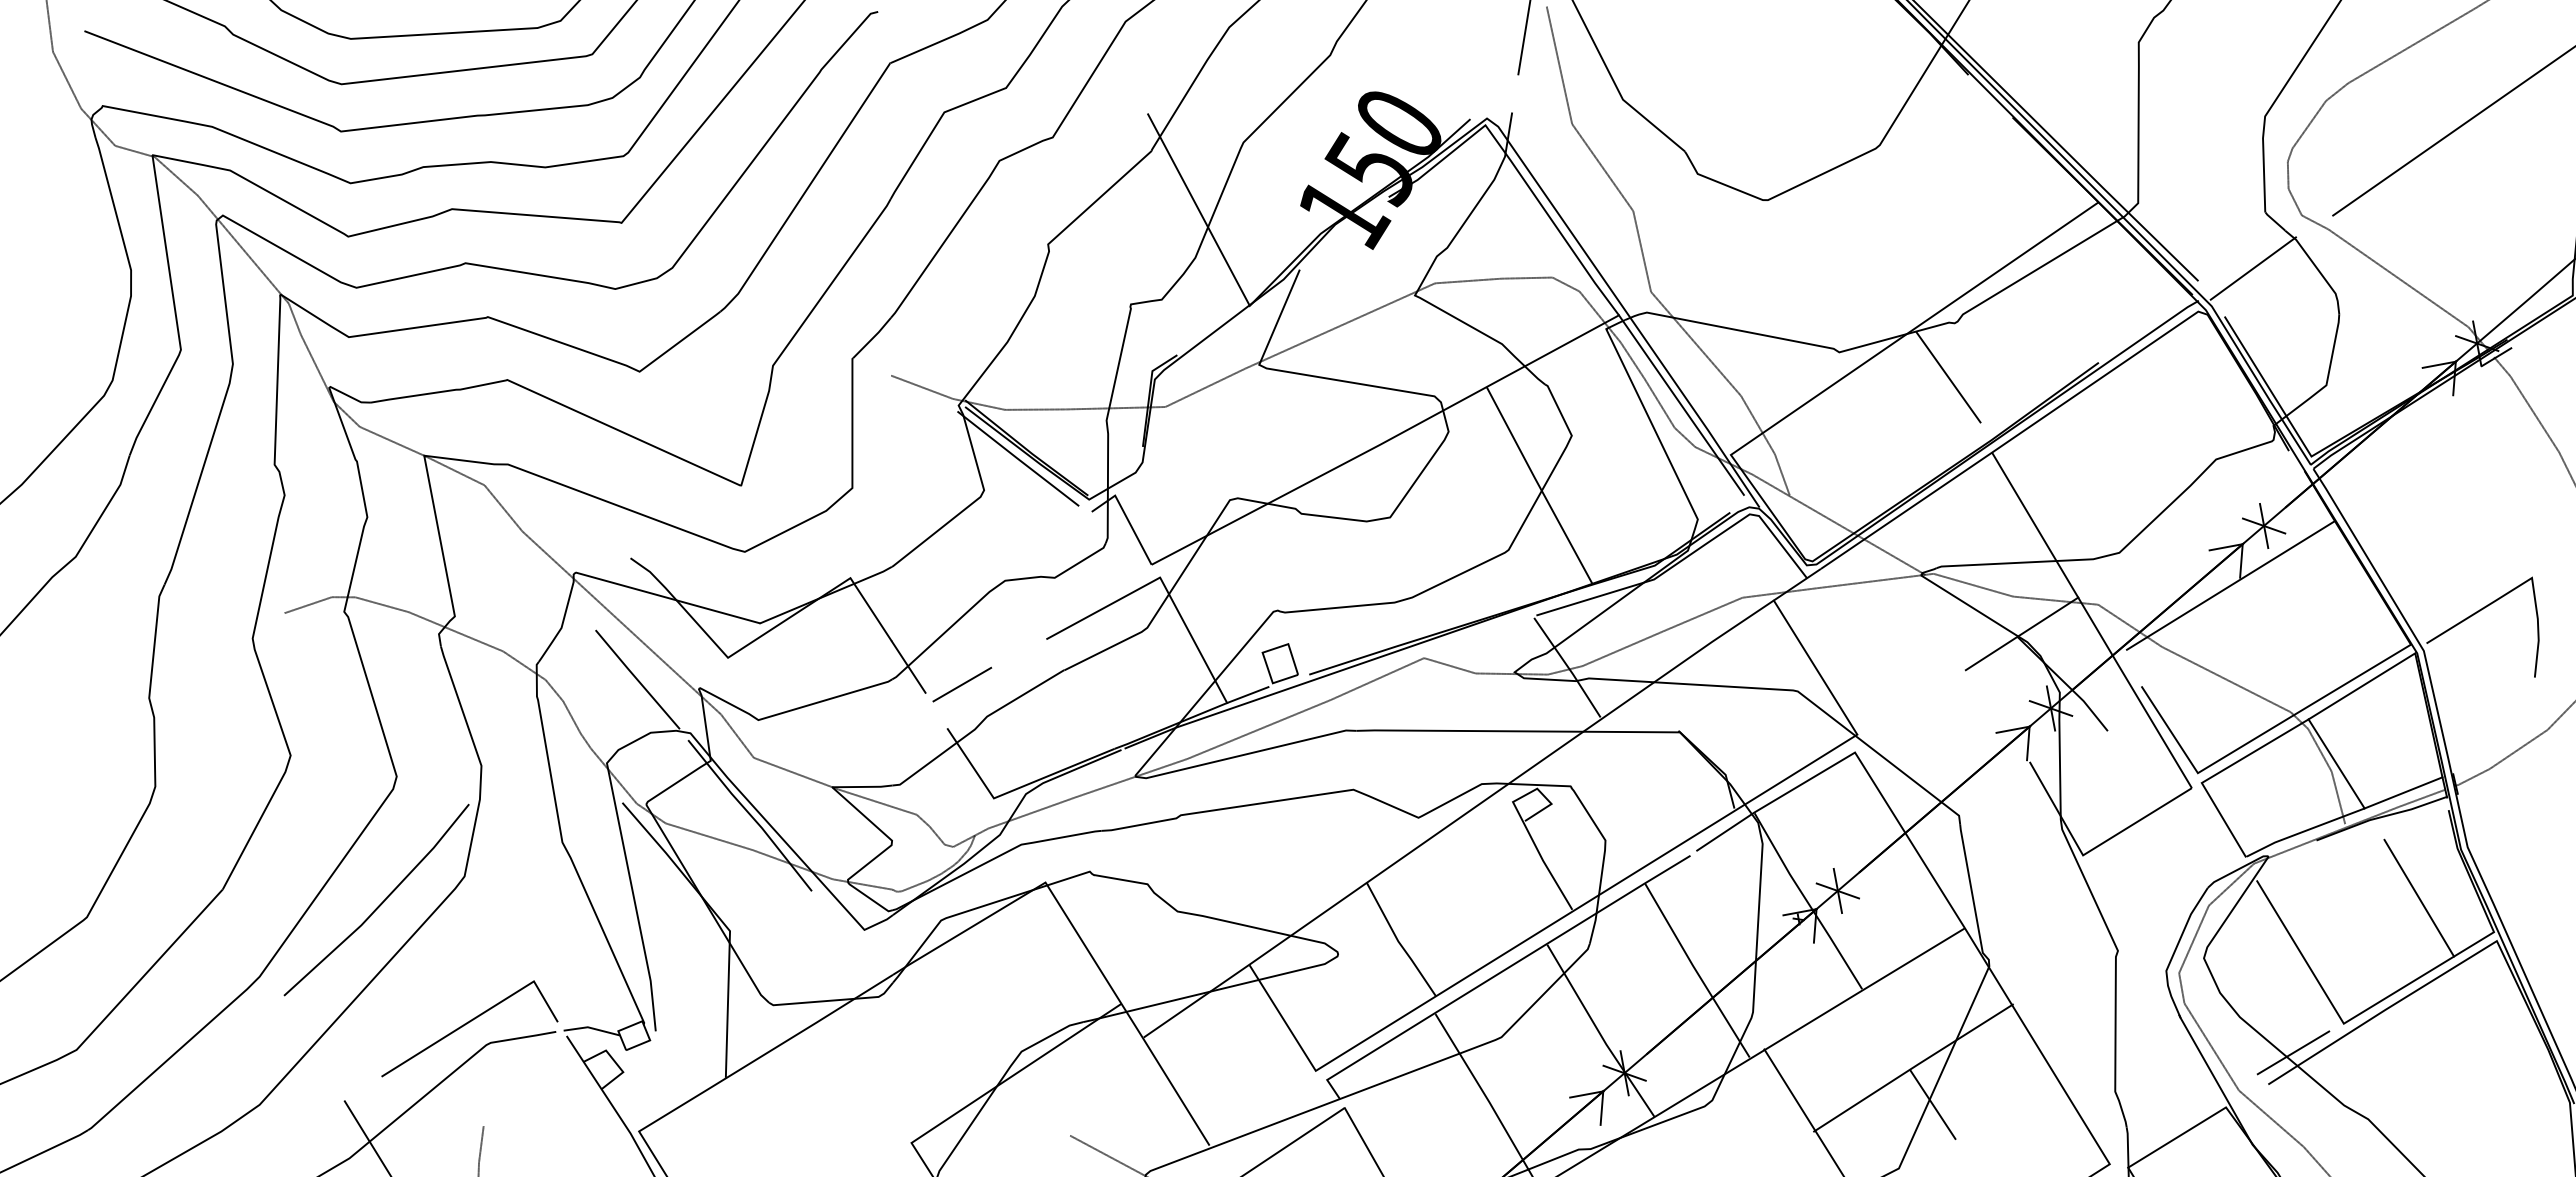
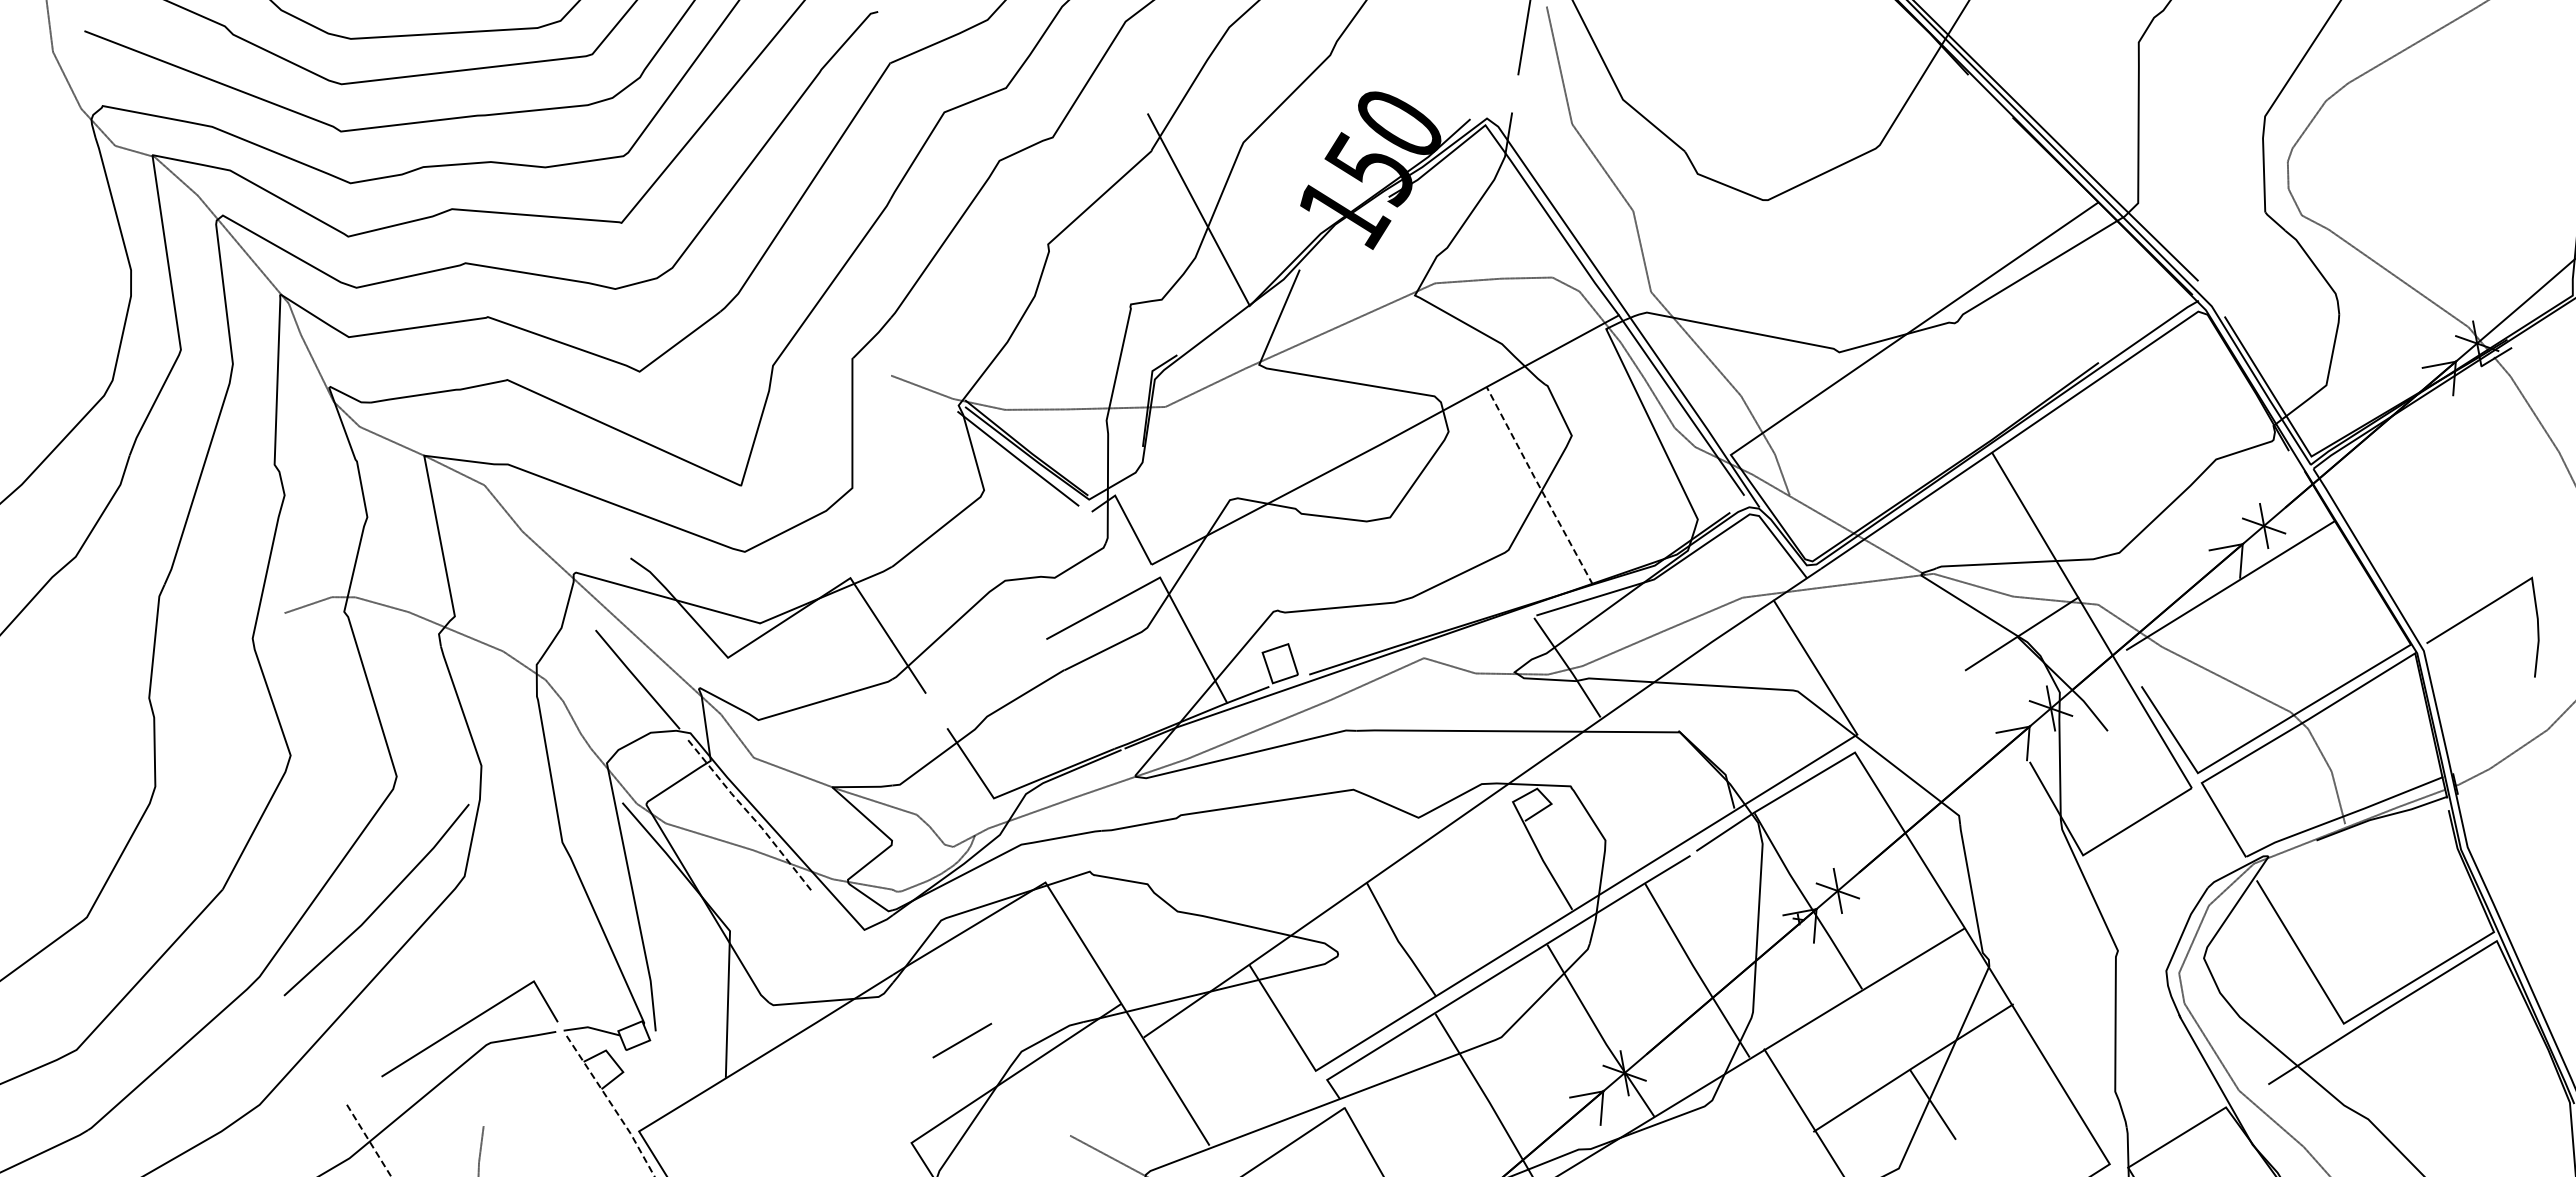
line at (2452, 131): present -> none
line at (2252, 268): present -> none
line at (1948, 377): present -> none
line at (1539, 485): solid -> dashed
line at (962, 684) position: (962, 684) -> (962, 1040)
line at (2336, 763): present -> none
line at (751, 815): solid -> dashed
line at (2419, 897): present -> none
line at (2293, 1052): present -> none
line at (612, 1106): solid -> dashed
line at (367, 1138): solid -> dashed
